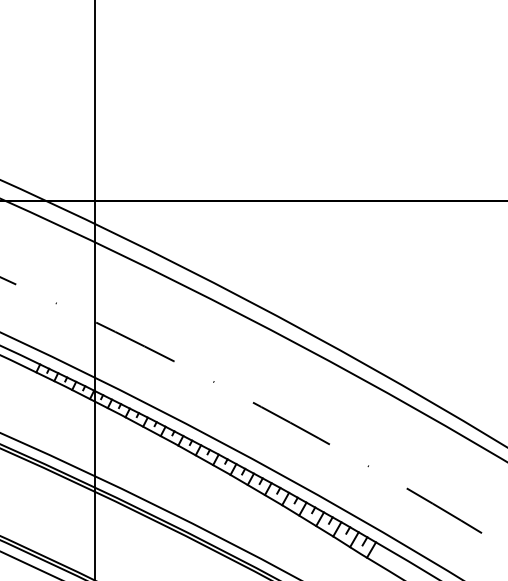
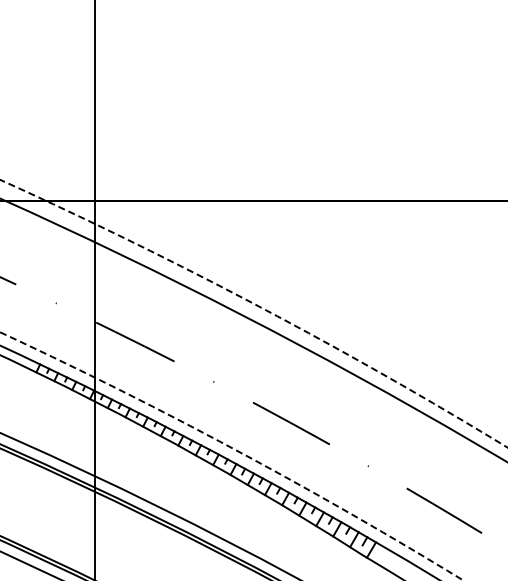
arc at (257, 306): solid -> dashed
arc at (236, 450): solid -> dashed
